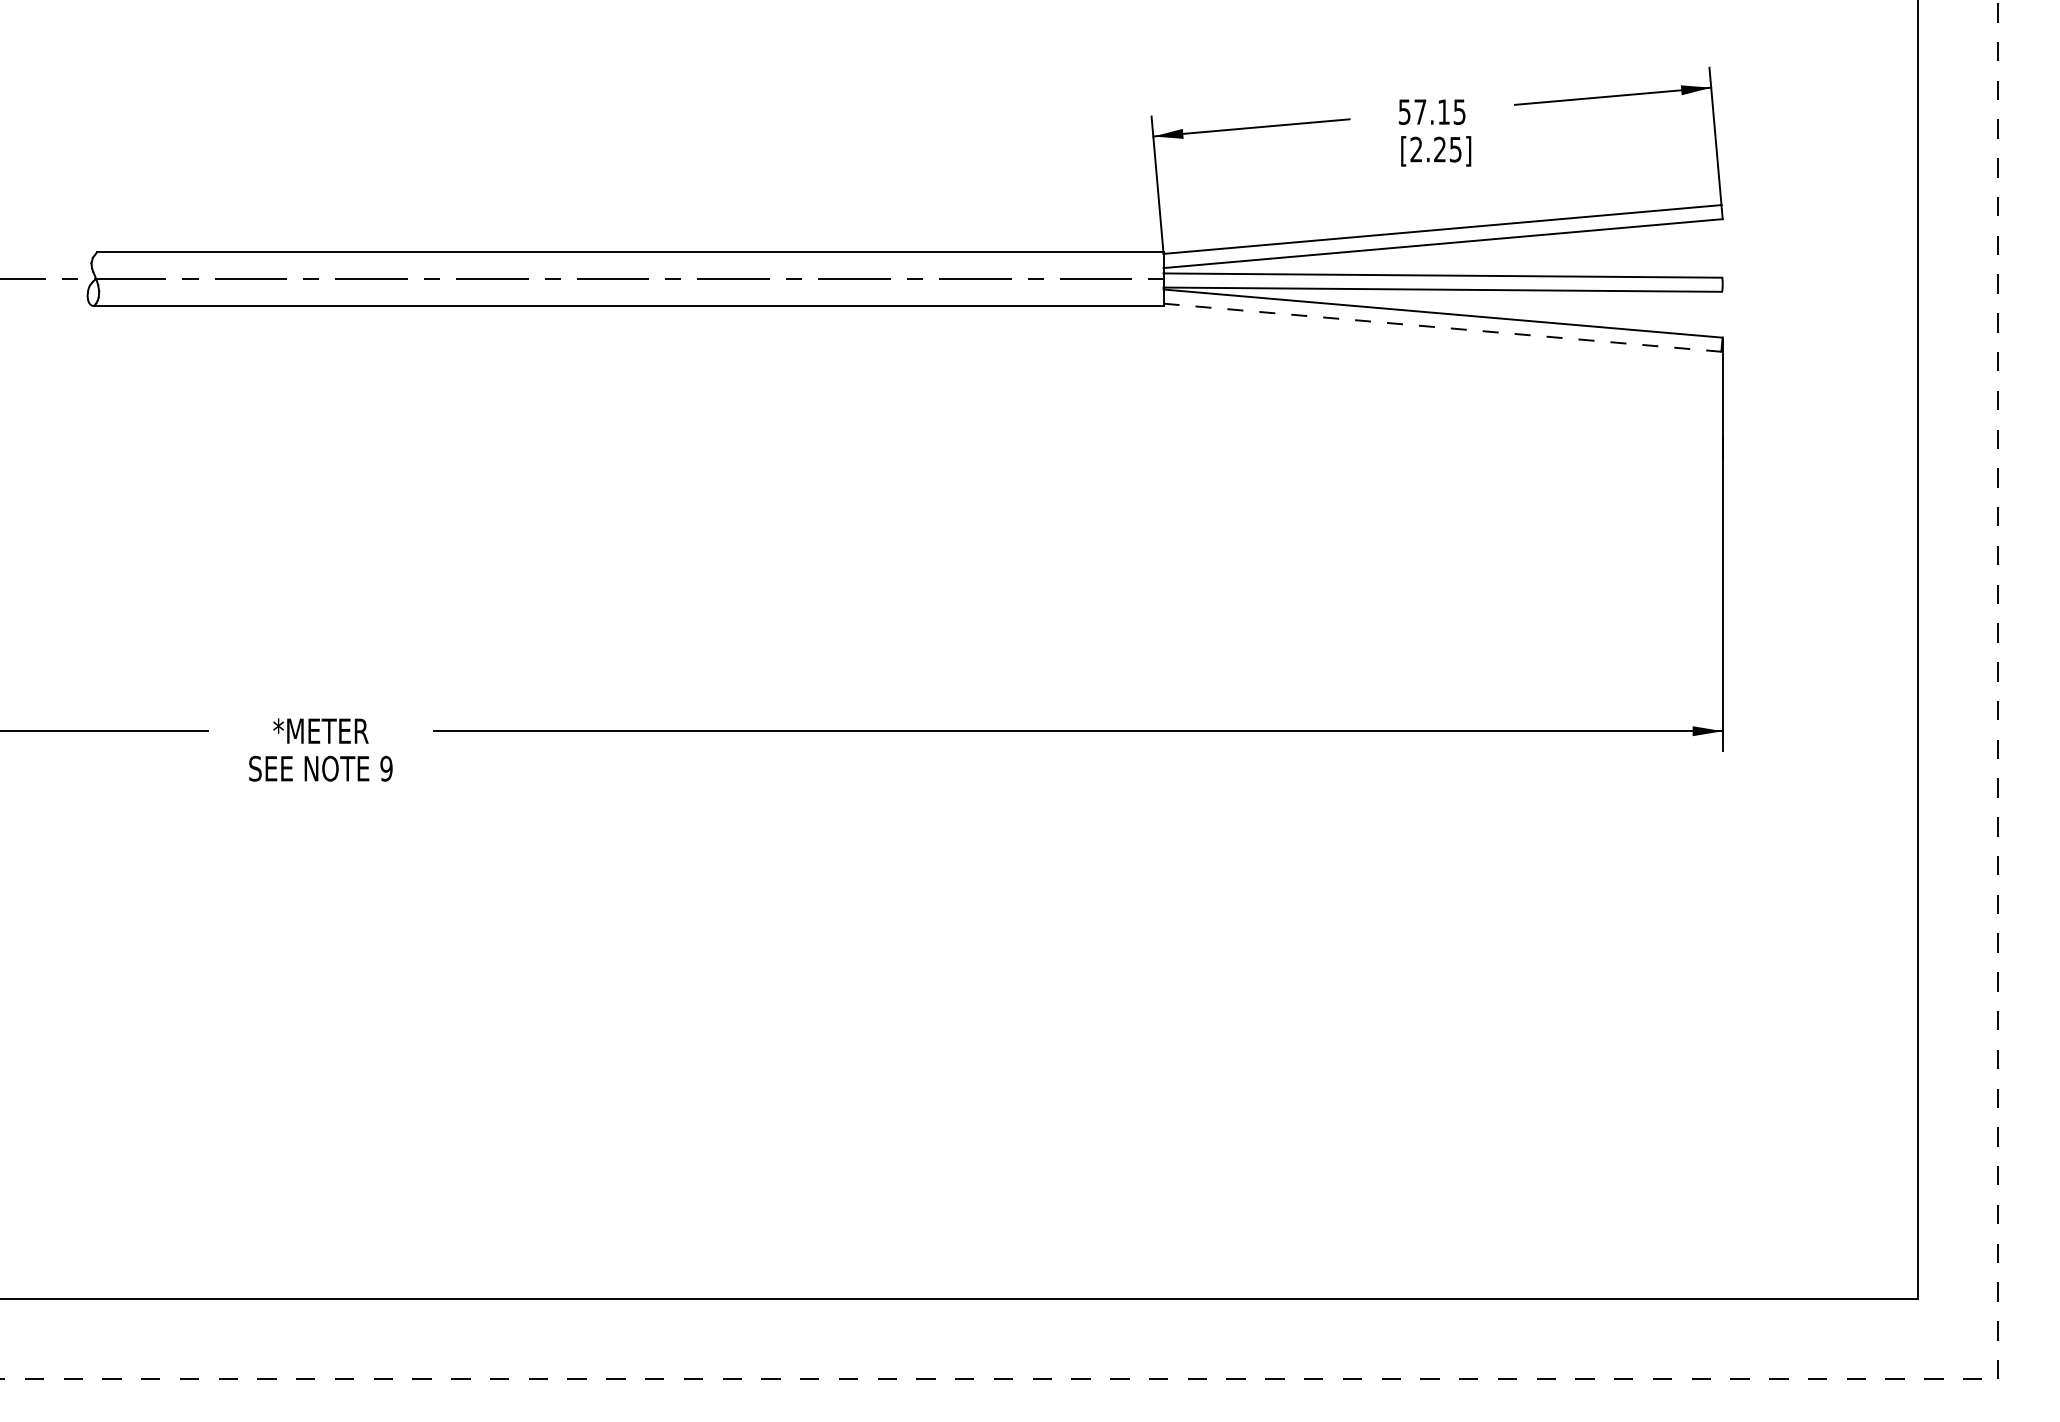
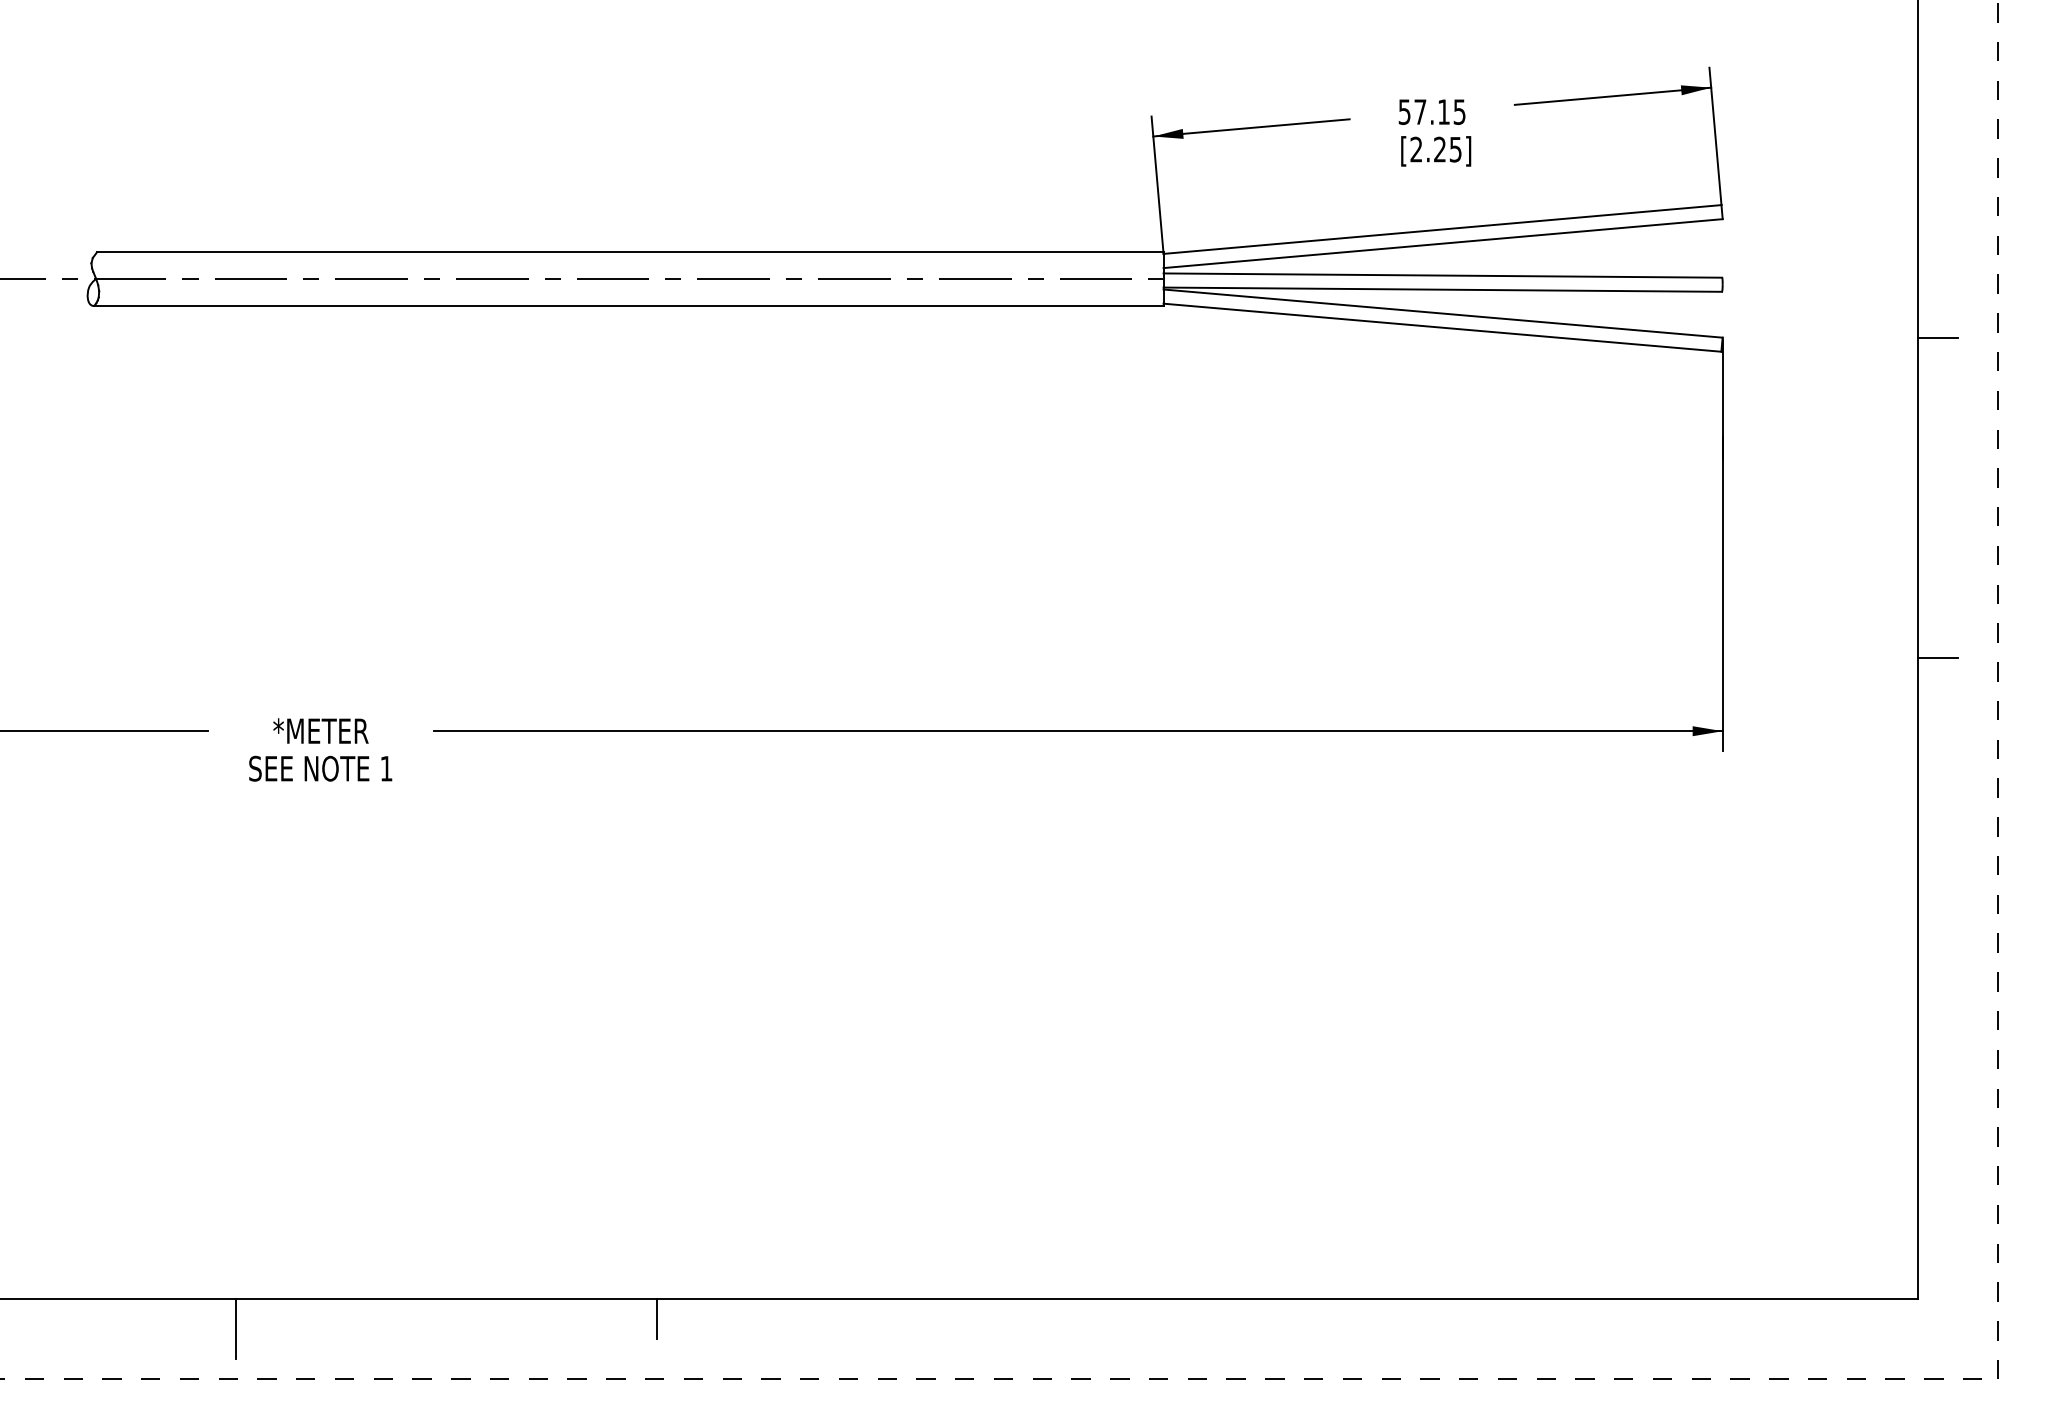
line at (1442, 327): dashed -> solid
line at (1938, 338): none -> present
line at (1938, 658): none -> present
text at (386, 768): 9 -> 1
line at (656, 1319): none -> present
line at (236, 1329): none -> present
